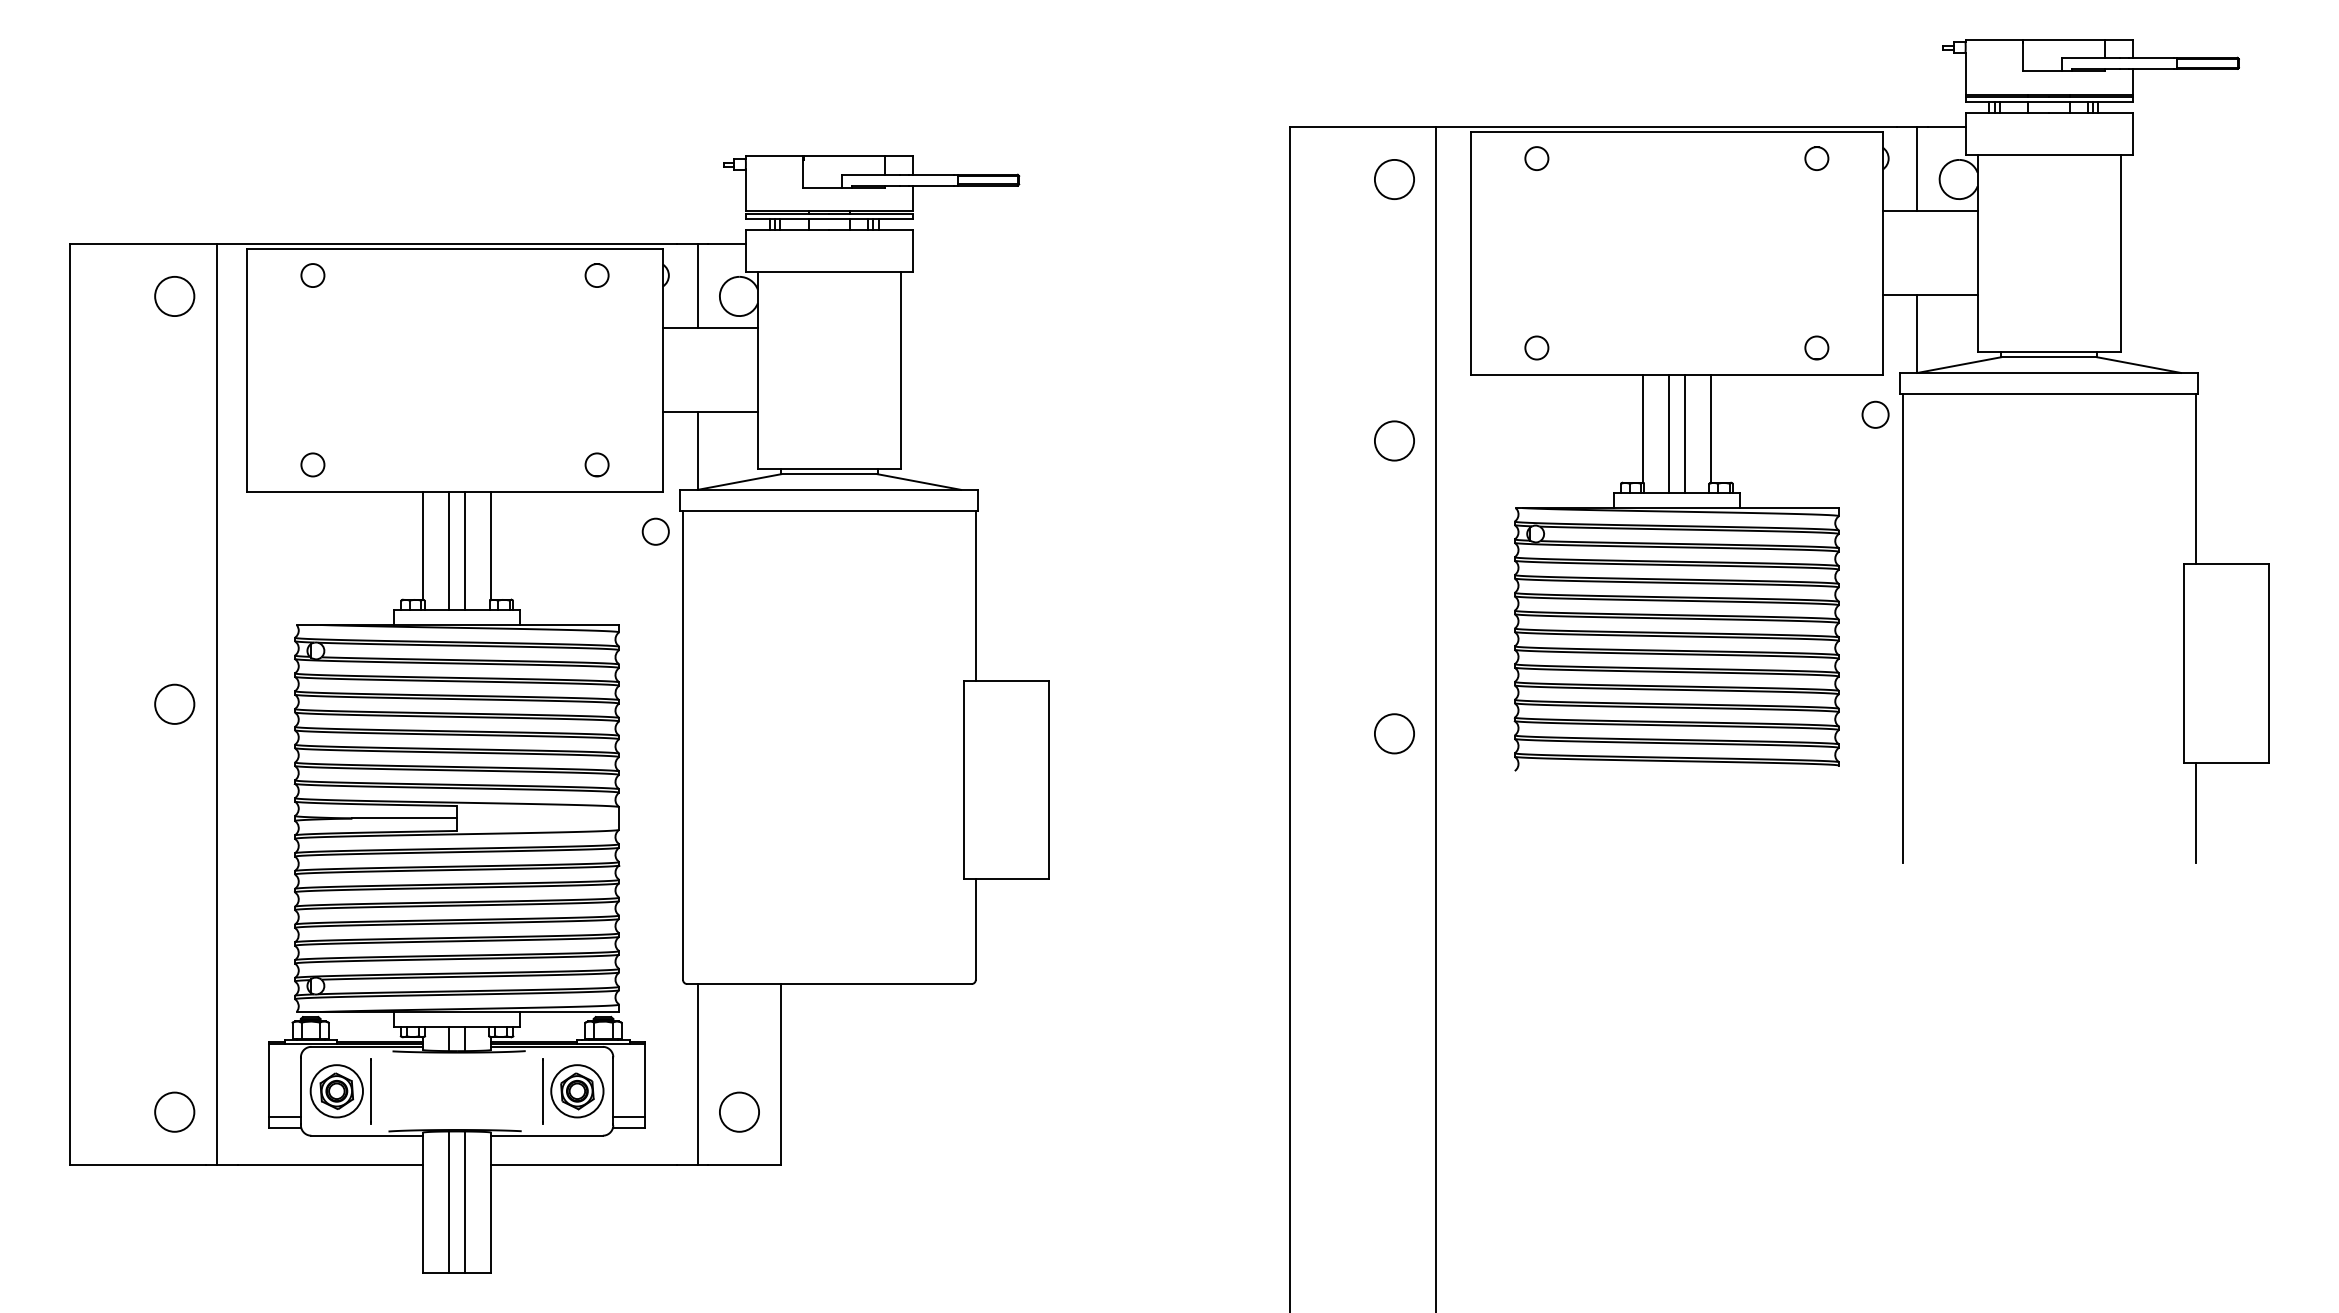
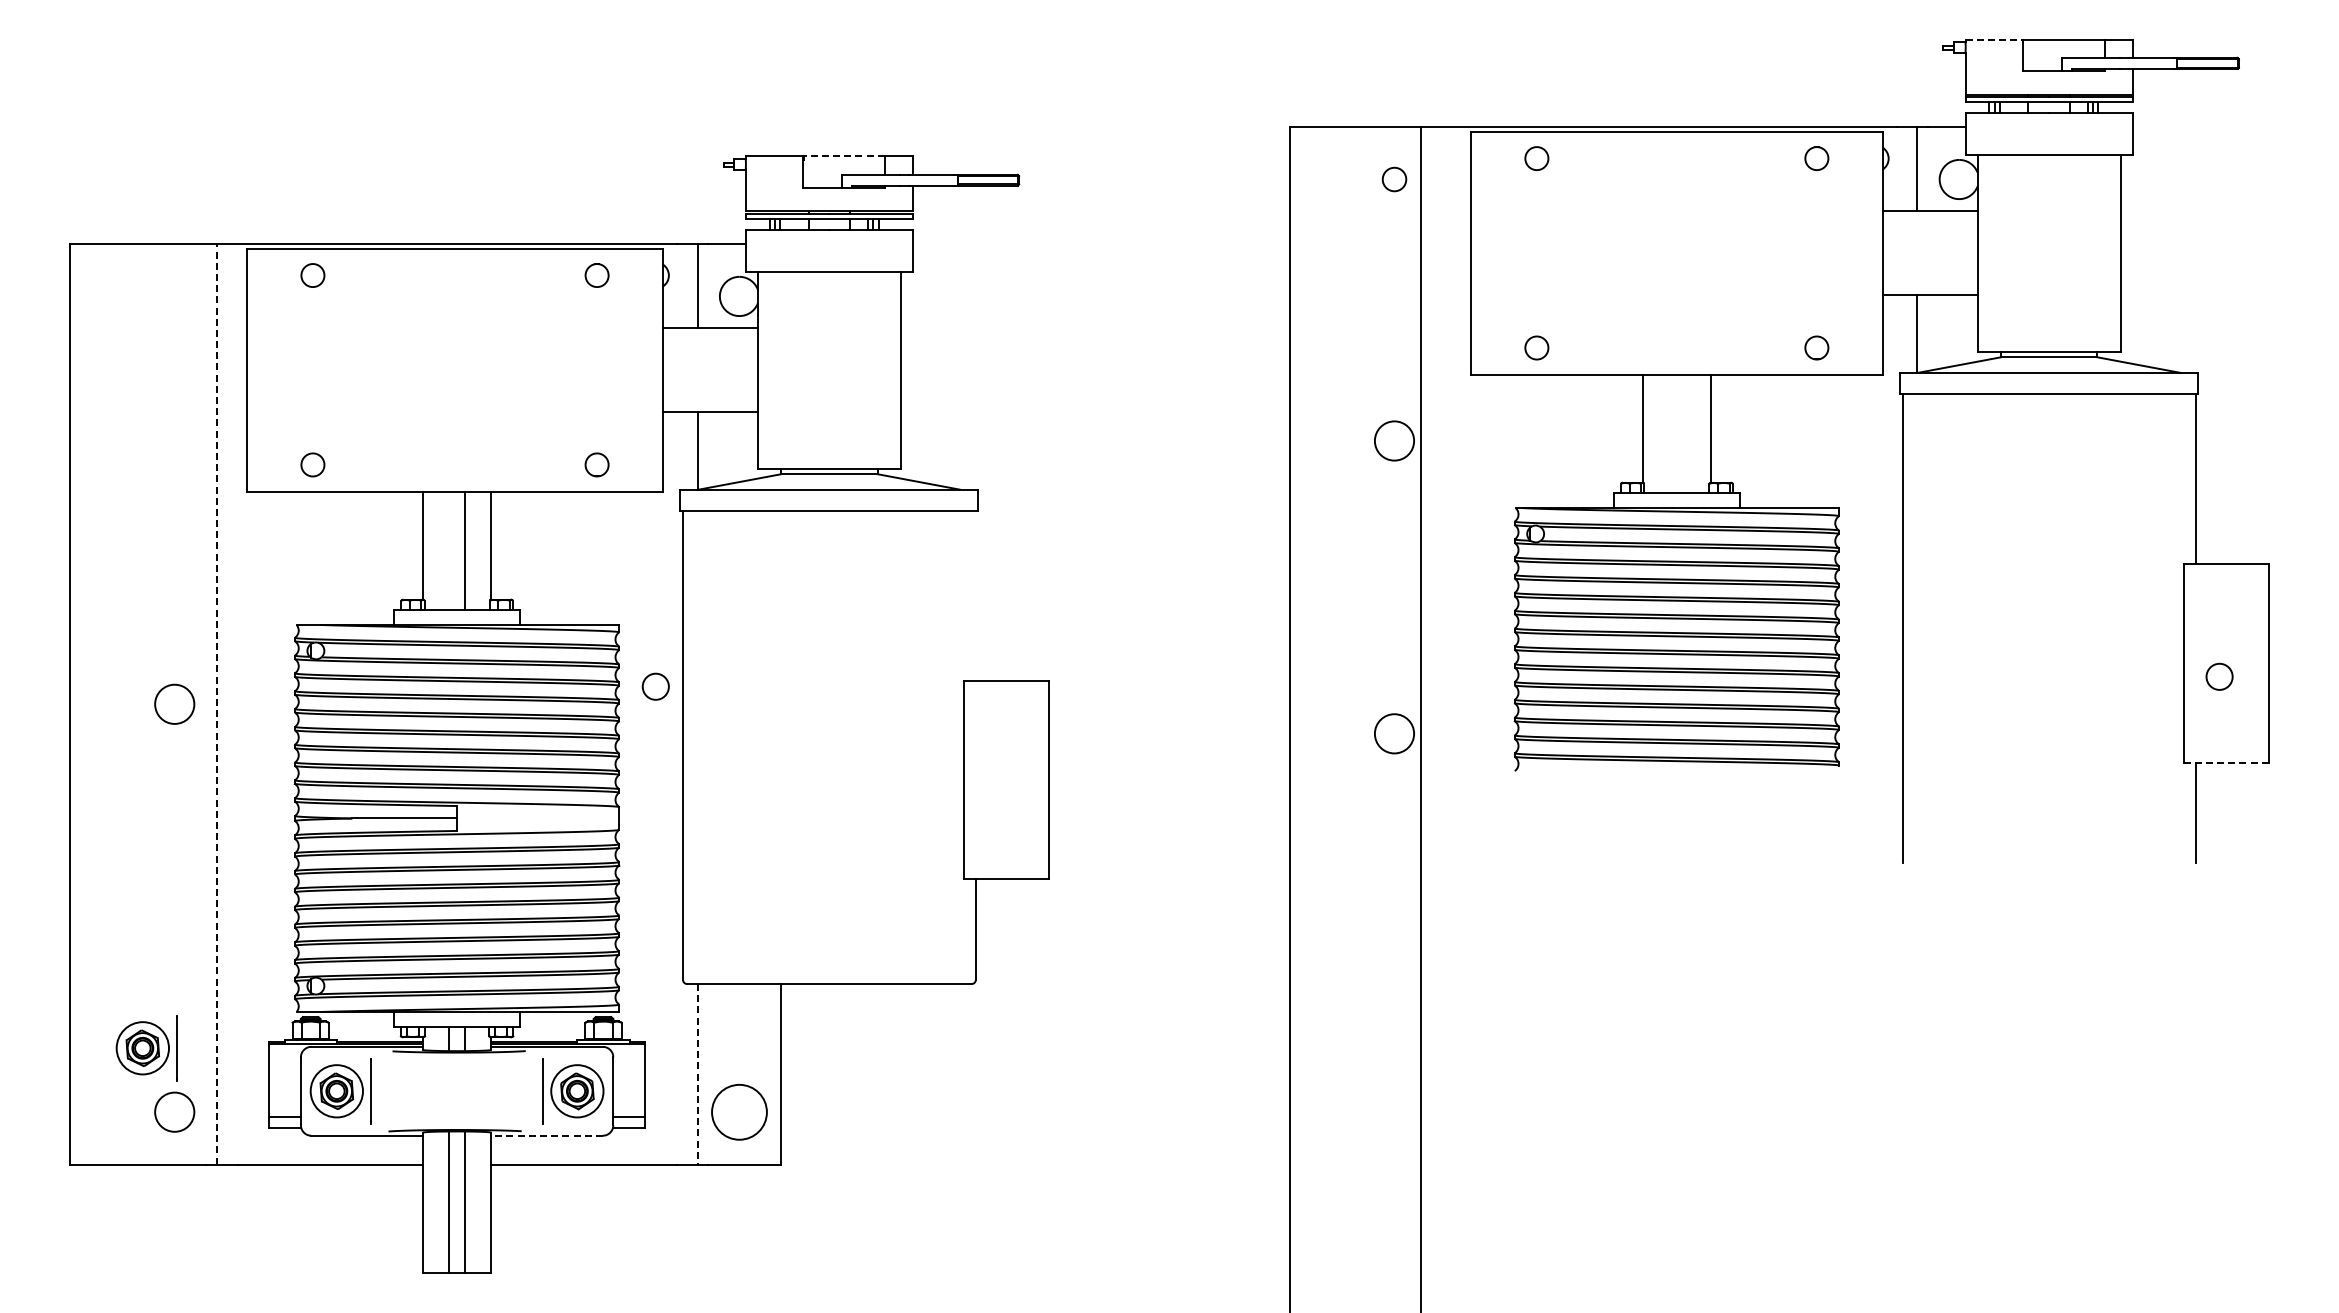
line at (1994, 39): solid -> dashed
line at (844, 156): solid -> dashed
circle at (1394, 179) diameter: 39 px -> 24 px
circle at (174, 296): present -> none
circle at (1875, 414) position: (1875, 414) -> (2219, 676)
line at (1669, 433): present -> none
line at (1684, 433): present -> none
circle at (655, 531) position: (655, 531) -> (655, 686)
line at (449, 550): present -> none
line at (975, 595): present -> none
line at (216, 703): solid -> dashed
line at (1436, 718) position: (1436, 718) -> (1421, 718)
line at (2225, 762): solid -> dashed
part at (146, 1048): none -> present
line at (697, 1074): solid -> dashed
circle at (739, 1111) size: 41x42 px -> 57x57 px
line at (547, 1135): solid -> dashed
